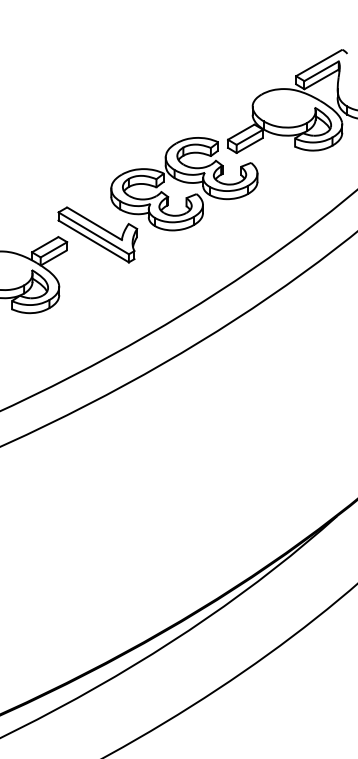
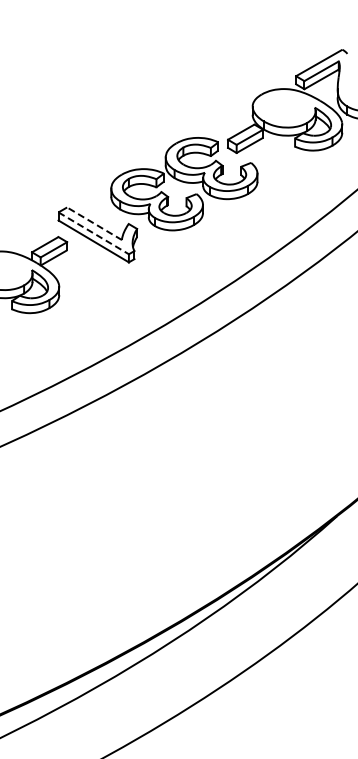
line at (94, 223): solid -> dashed
line at (93, 233): solid -> dashed
